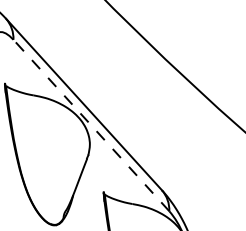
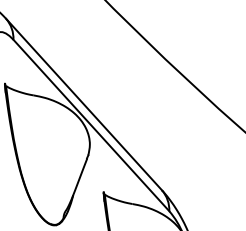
line at (91, 125): dashed -> solid
